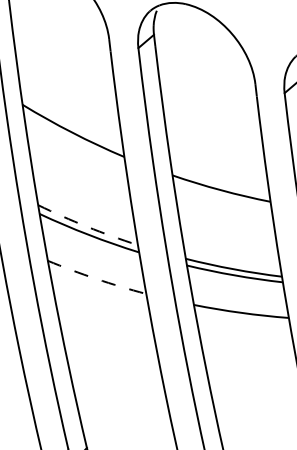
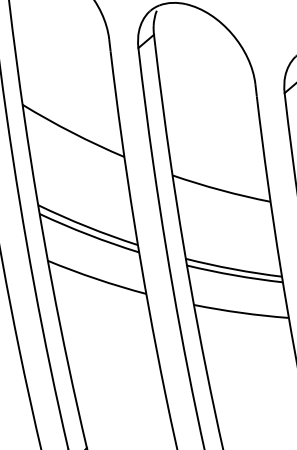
arc at (87, 226): dashed -> solid
arc at (96, 278): dashed -> solid
